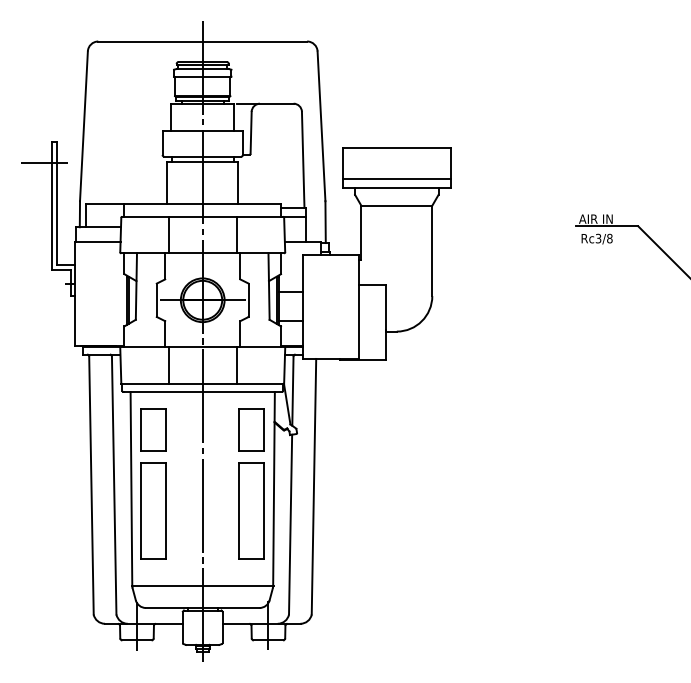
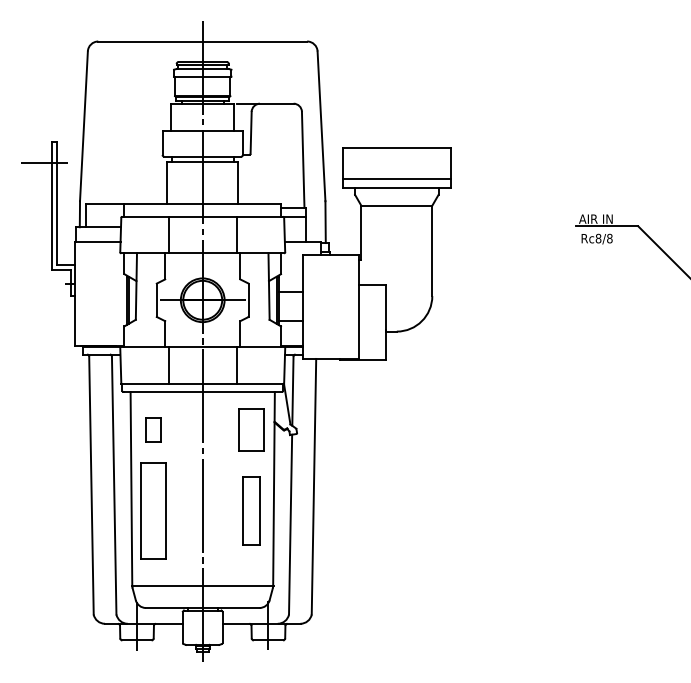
text at (598, 238): Rc3/8 -> Rc8/8
part at (153, 429) size: 27x44 px -> 17x26 px
part at (251, 510) size: 27x98 px -> 19x70 px
